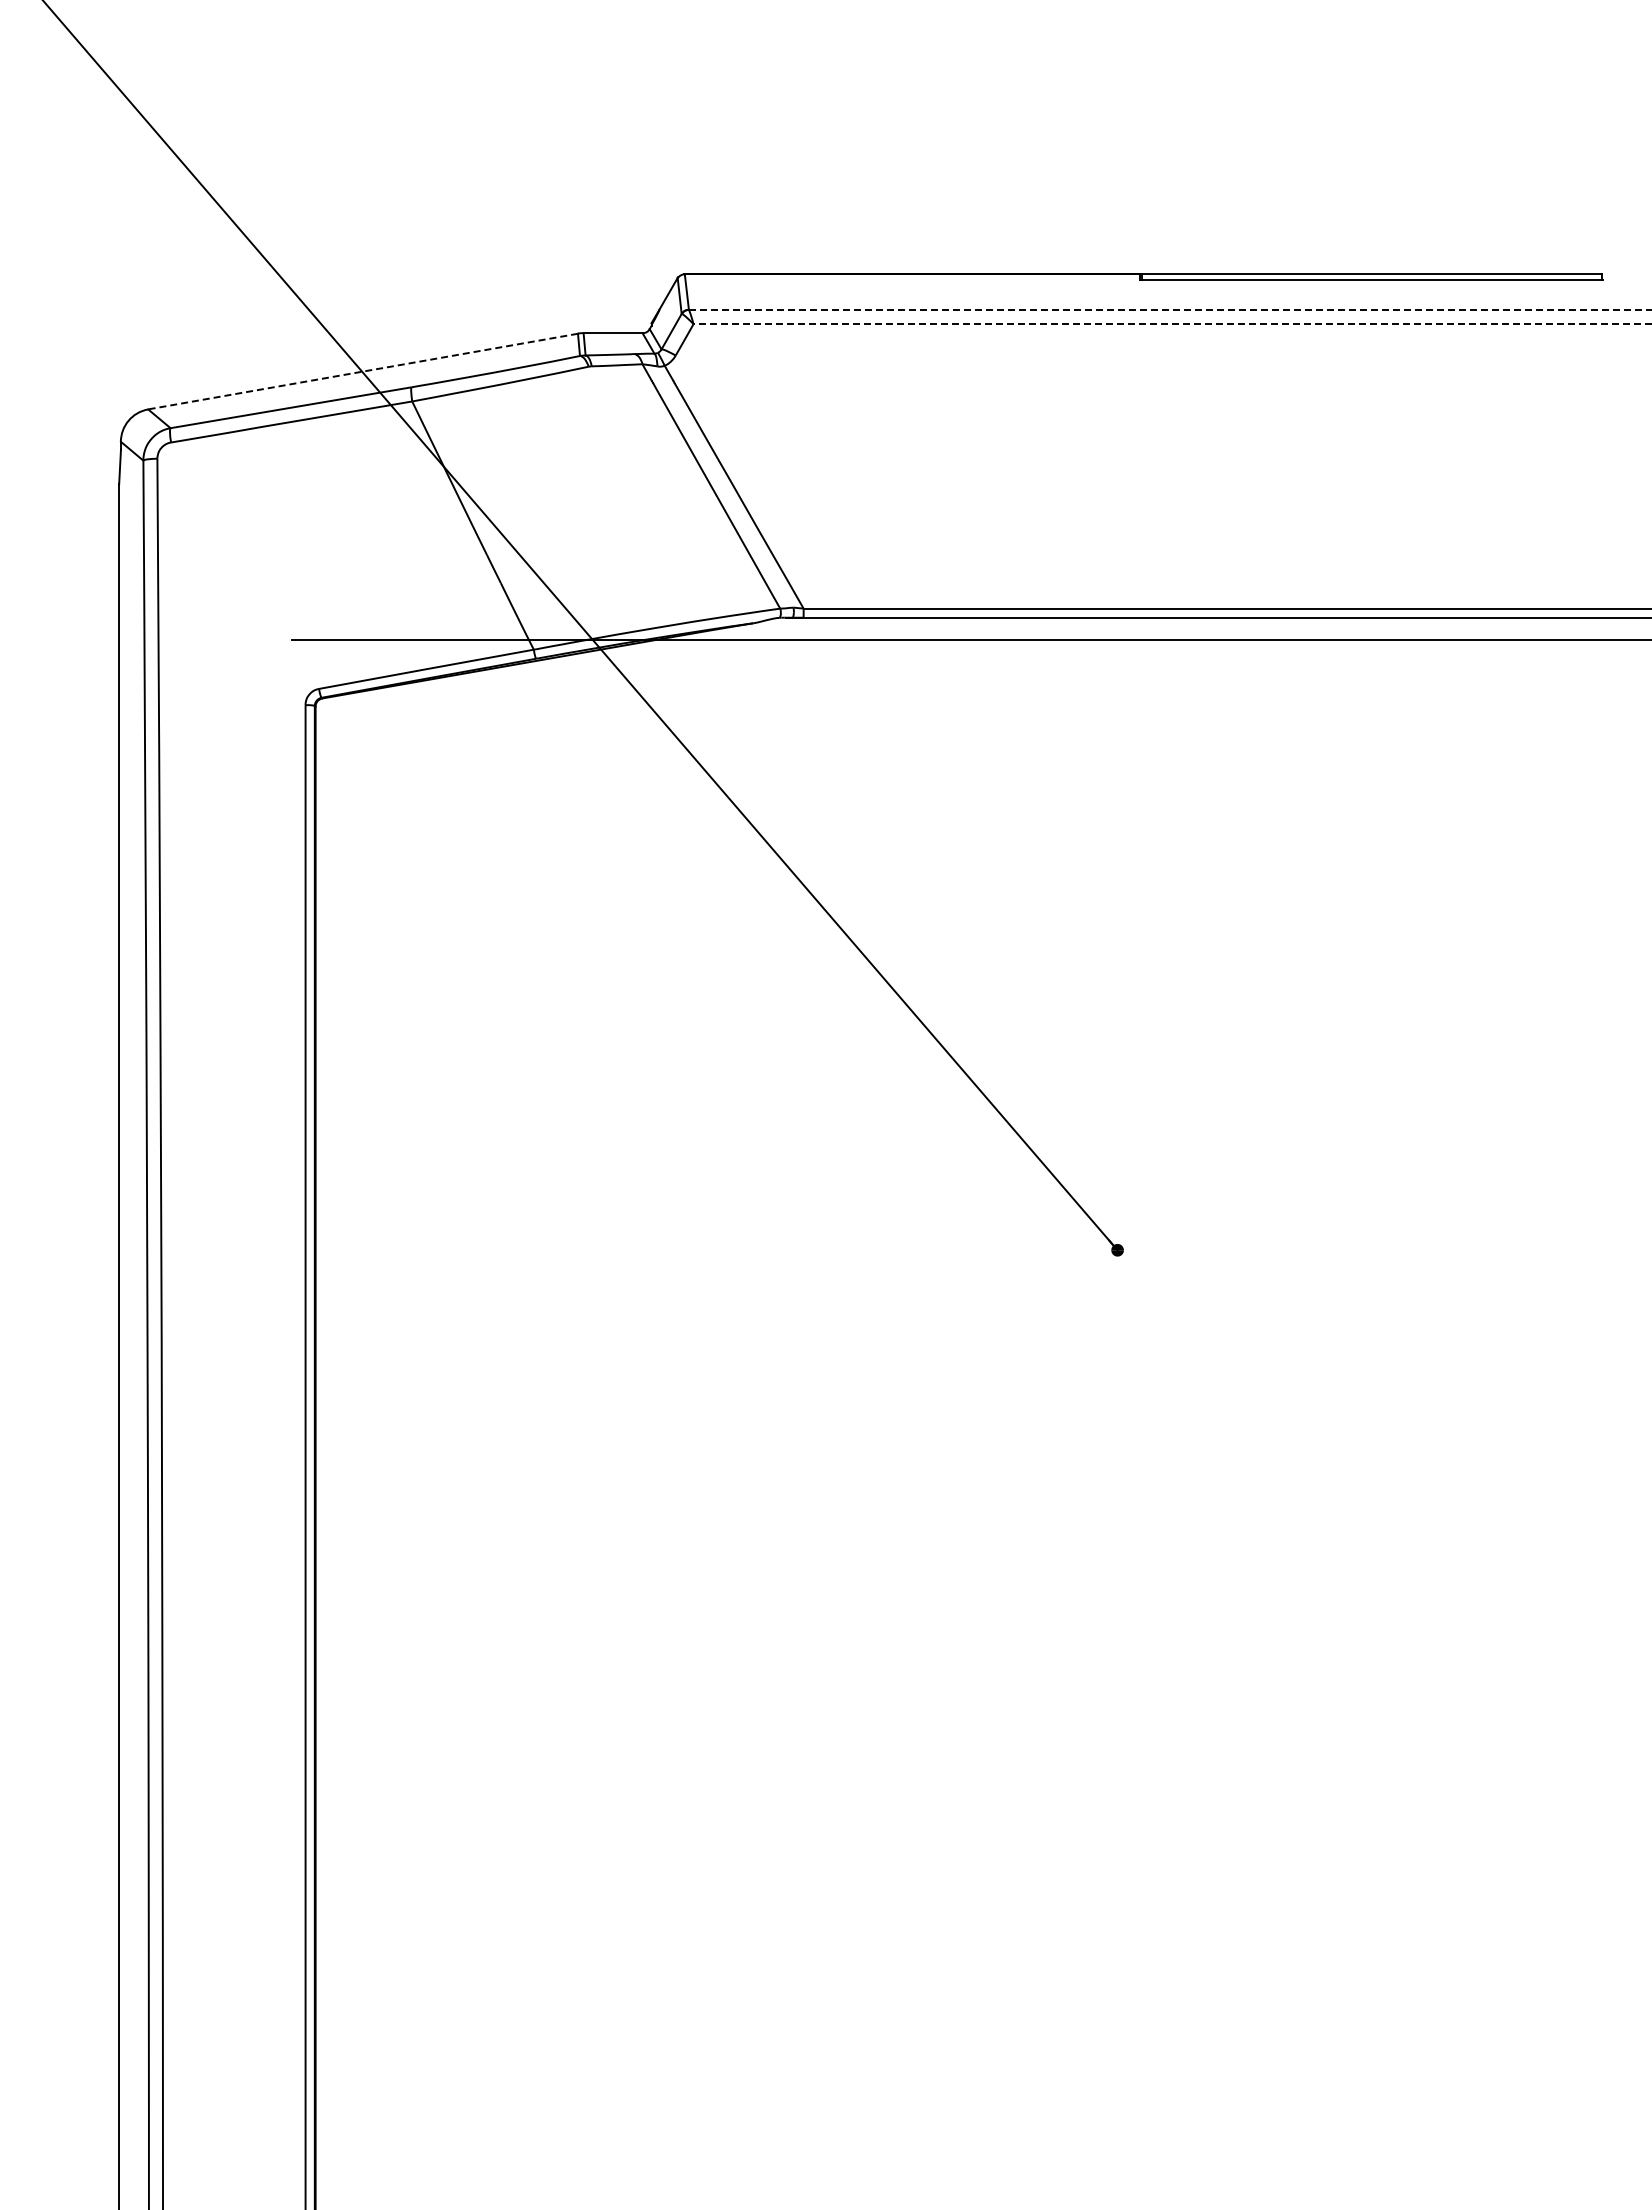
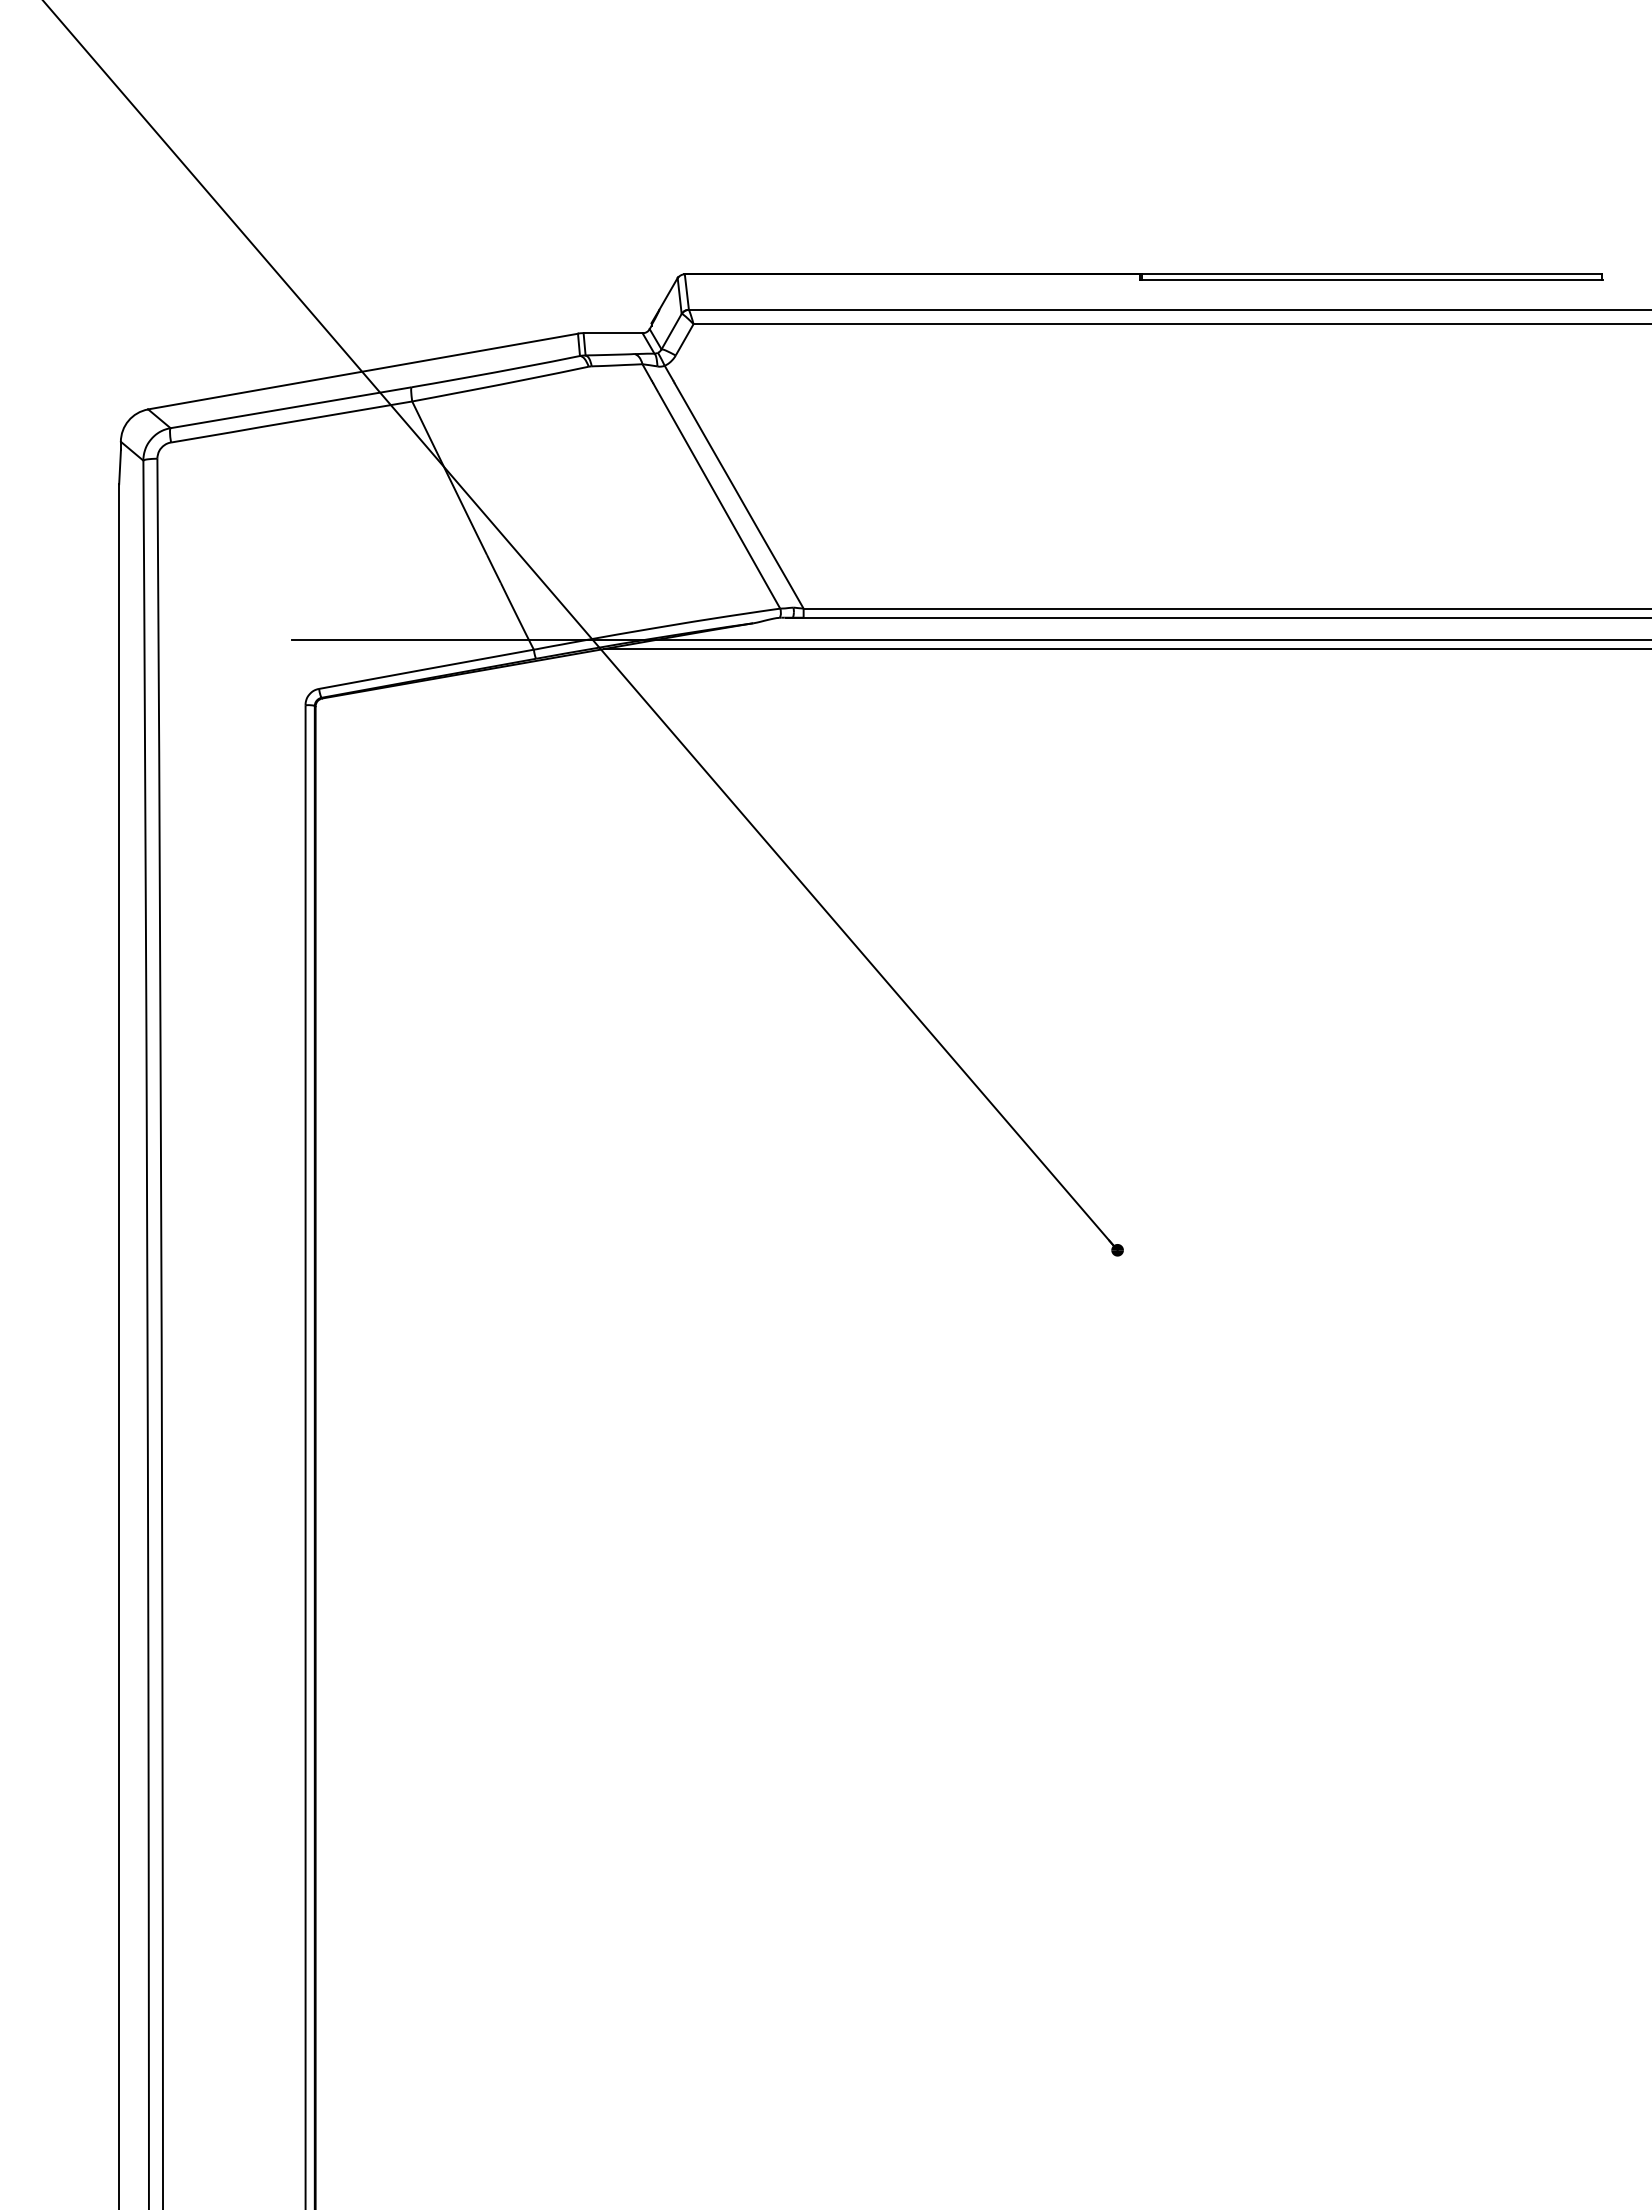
line at (1170, 309): dashed -> solid
line at (1172, 324): dashed -> solid
line at (362, 371): dashed -> solid
line at (1126, 649): none -> present
